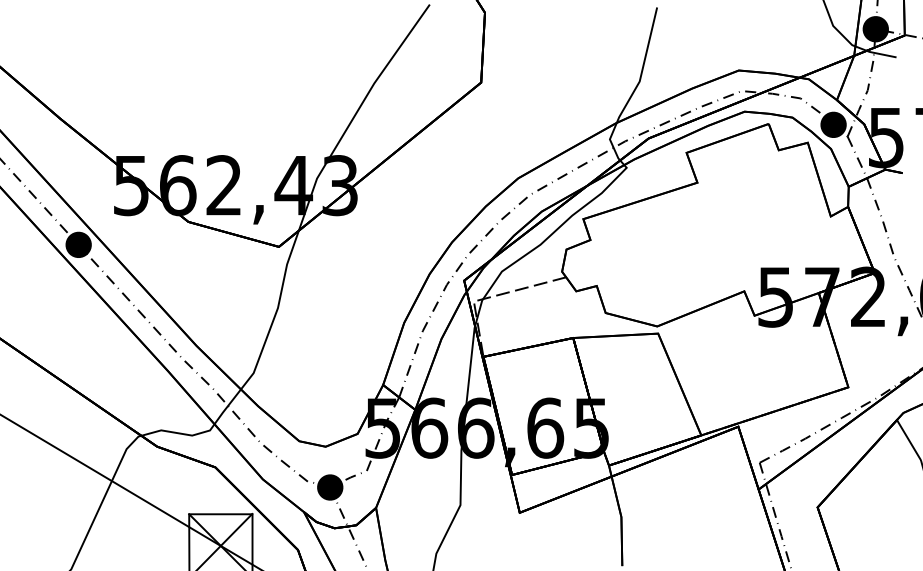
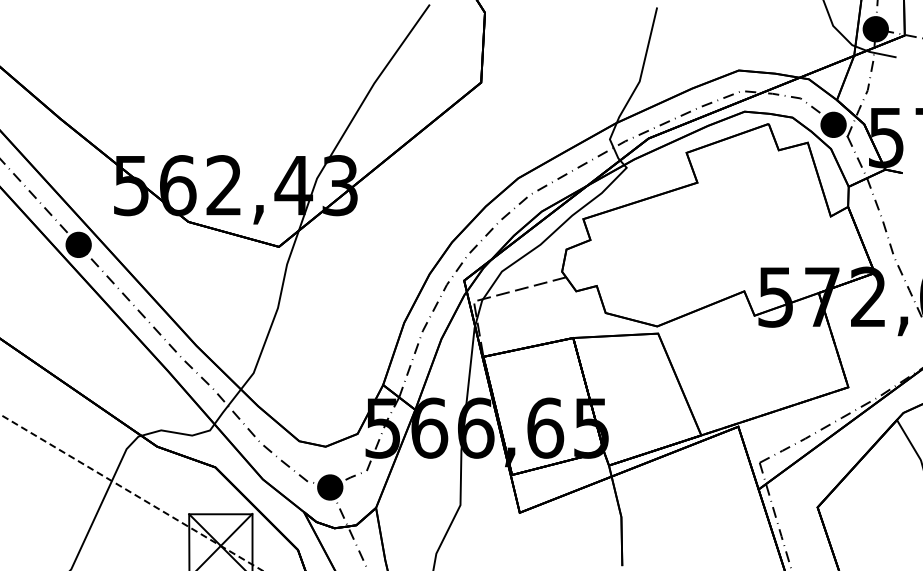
line at (132, 493): solid -> dashed
